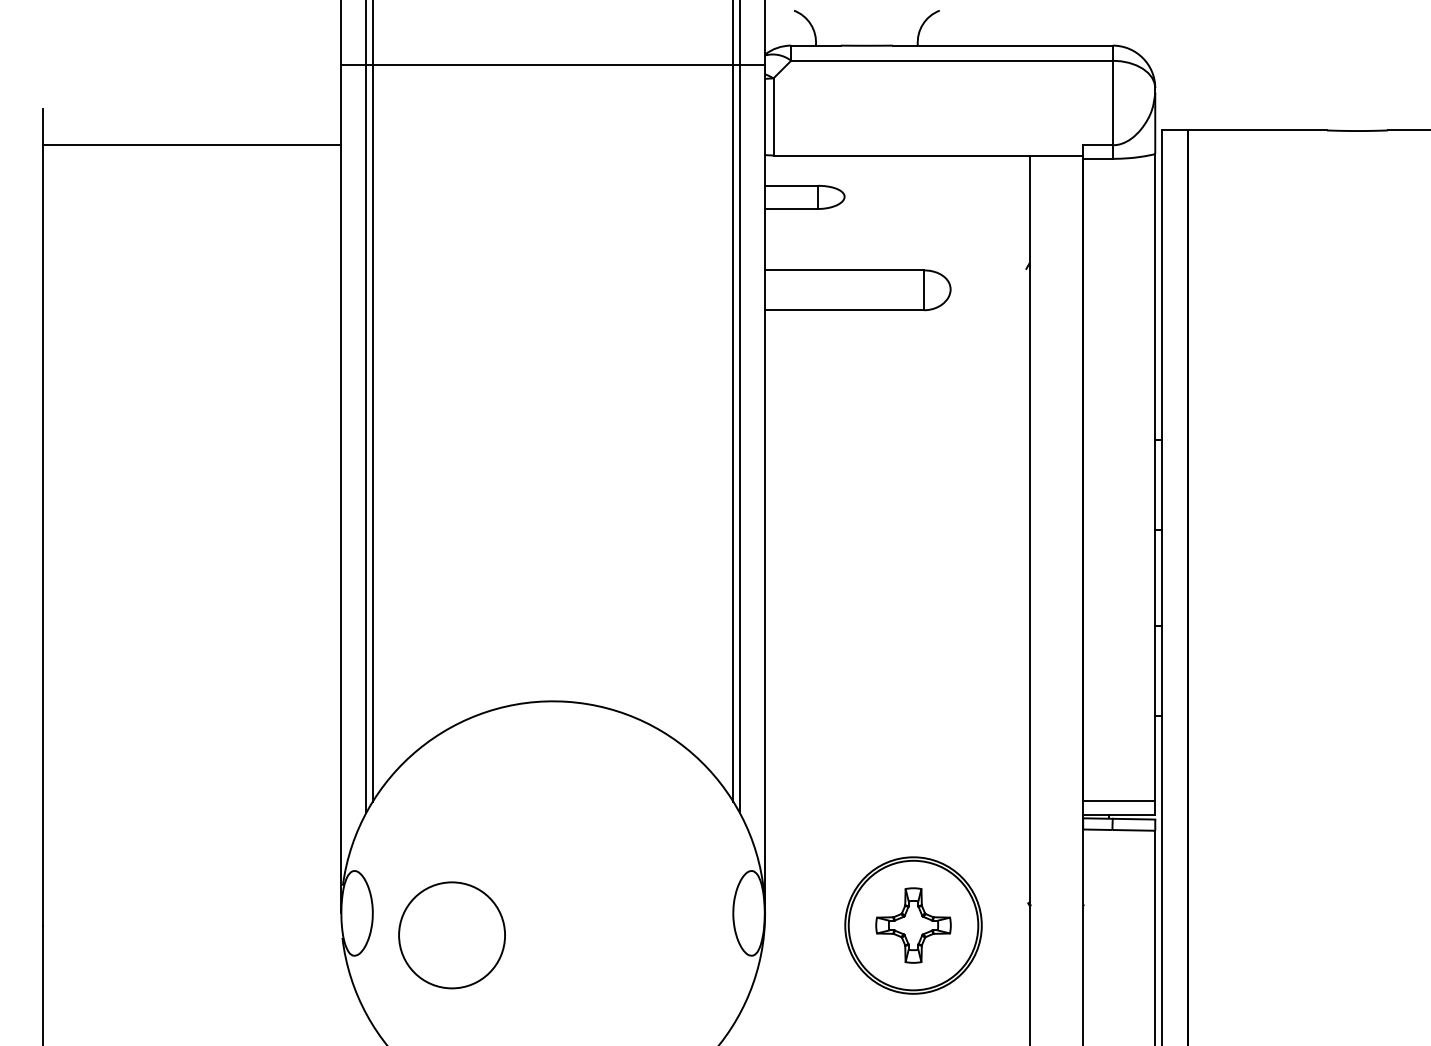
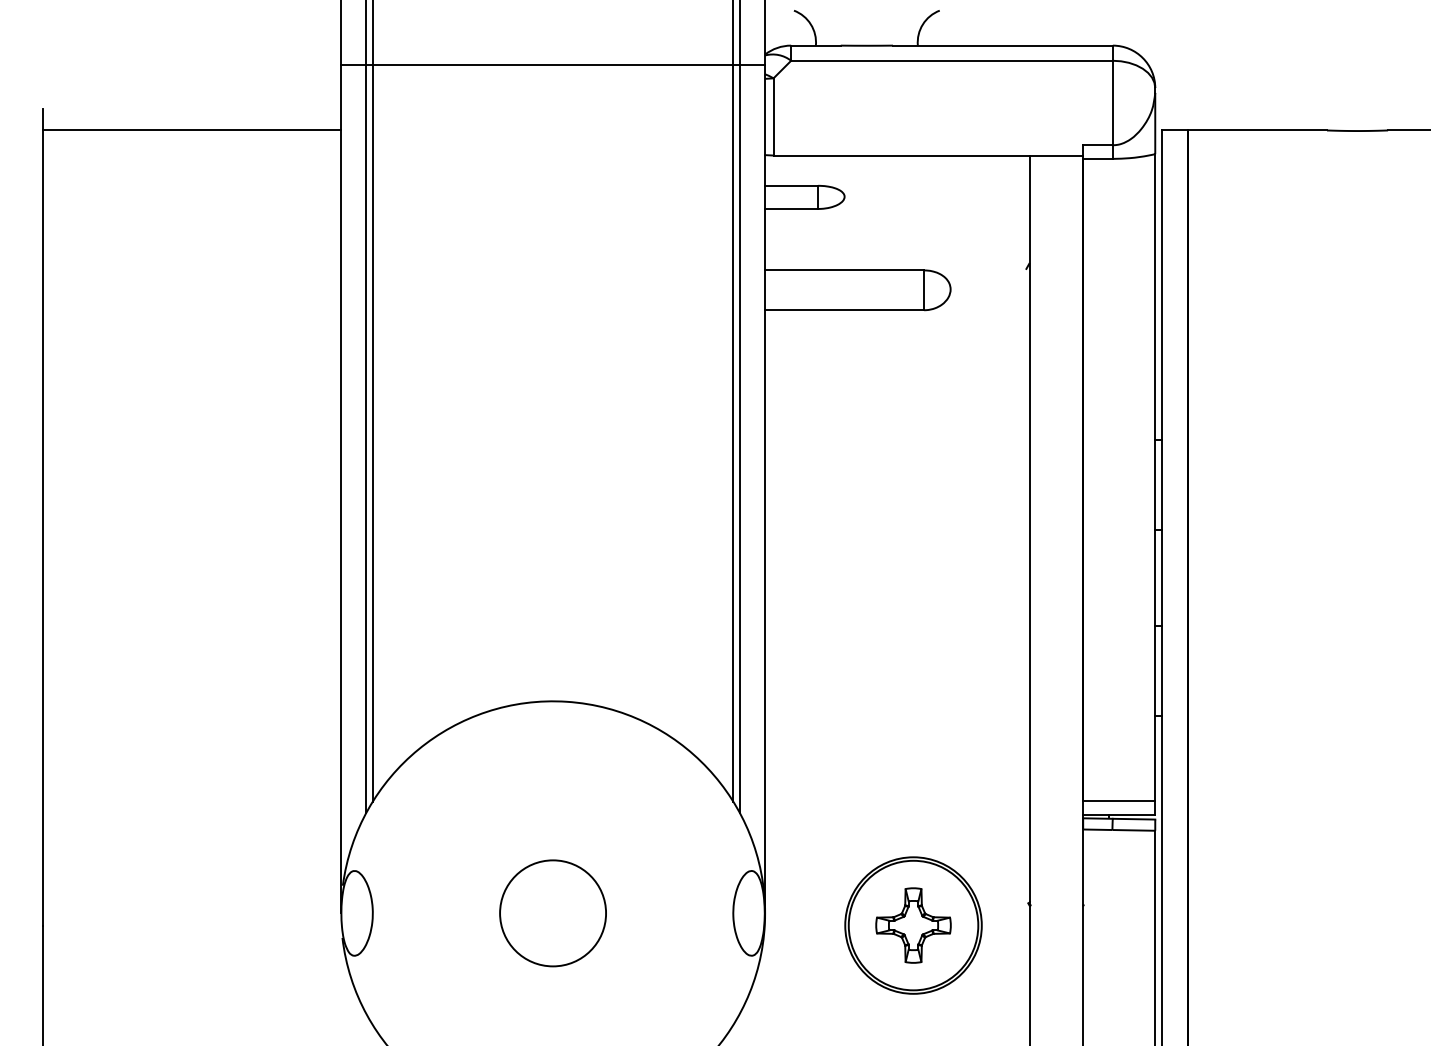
line at (191, 145) position: (191, 145) -> (191, 130)
circle at (451, 935) position: (451, 935) -> (552, 913)
